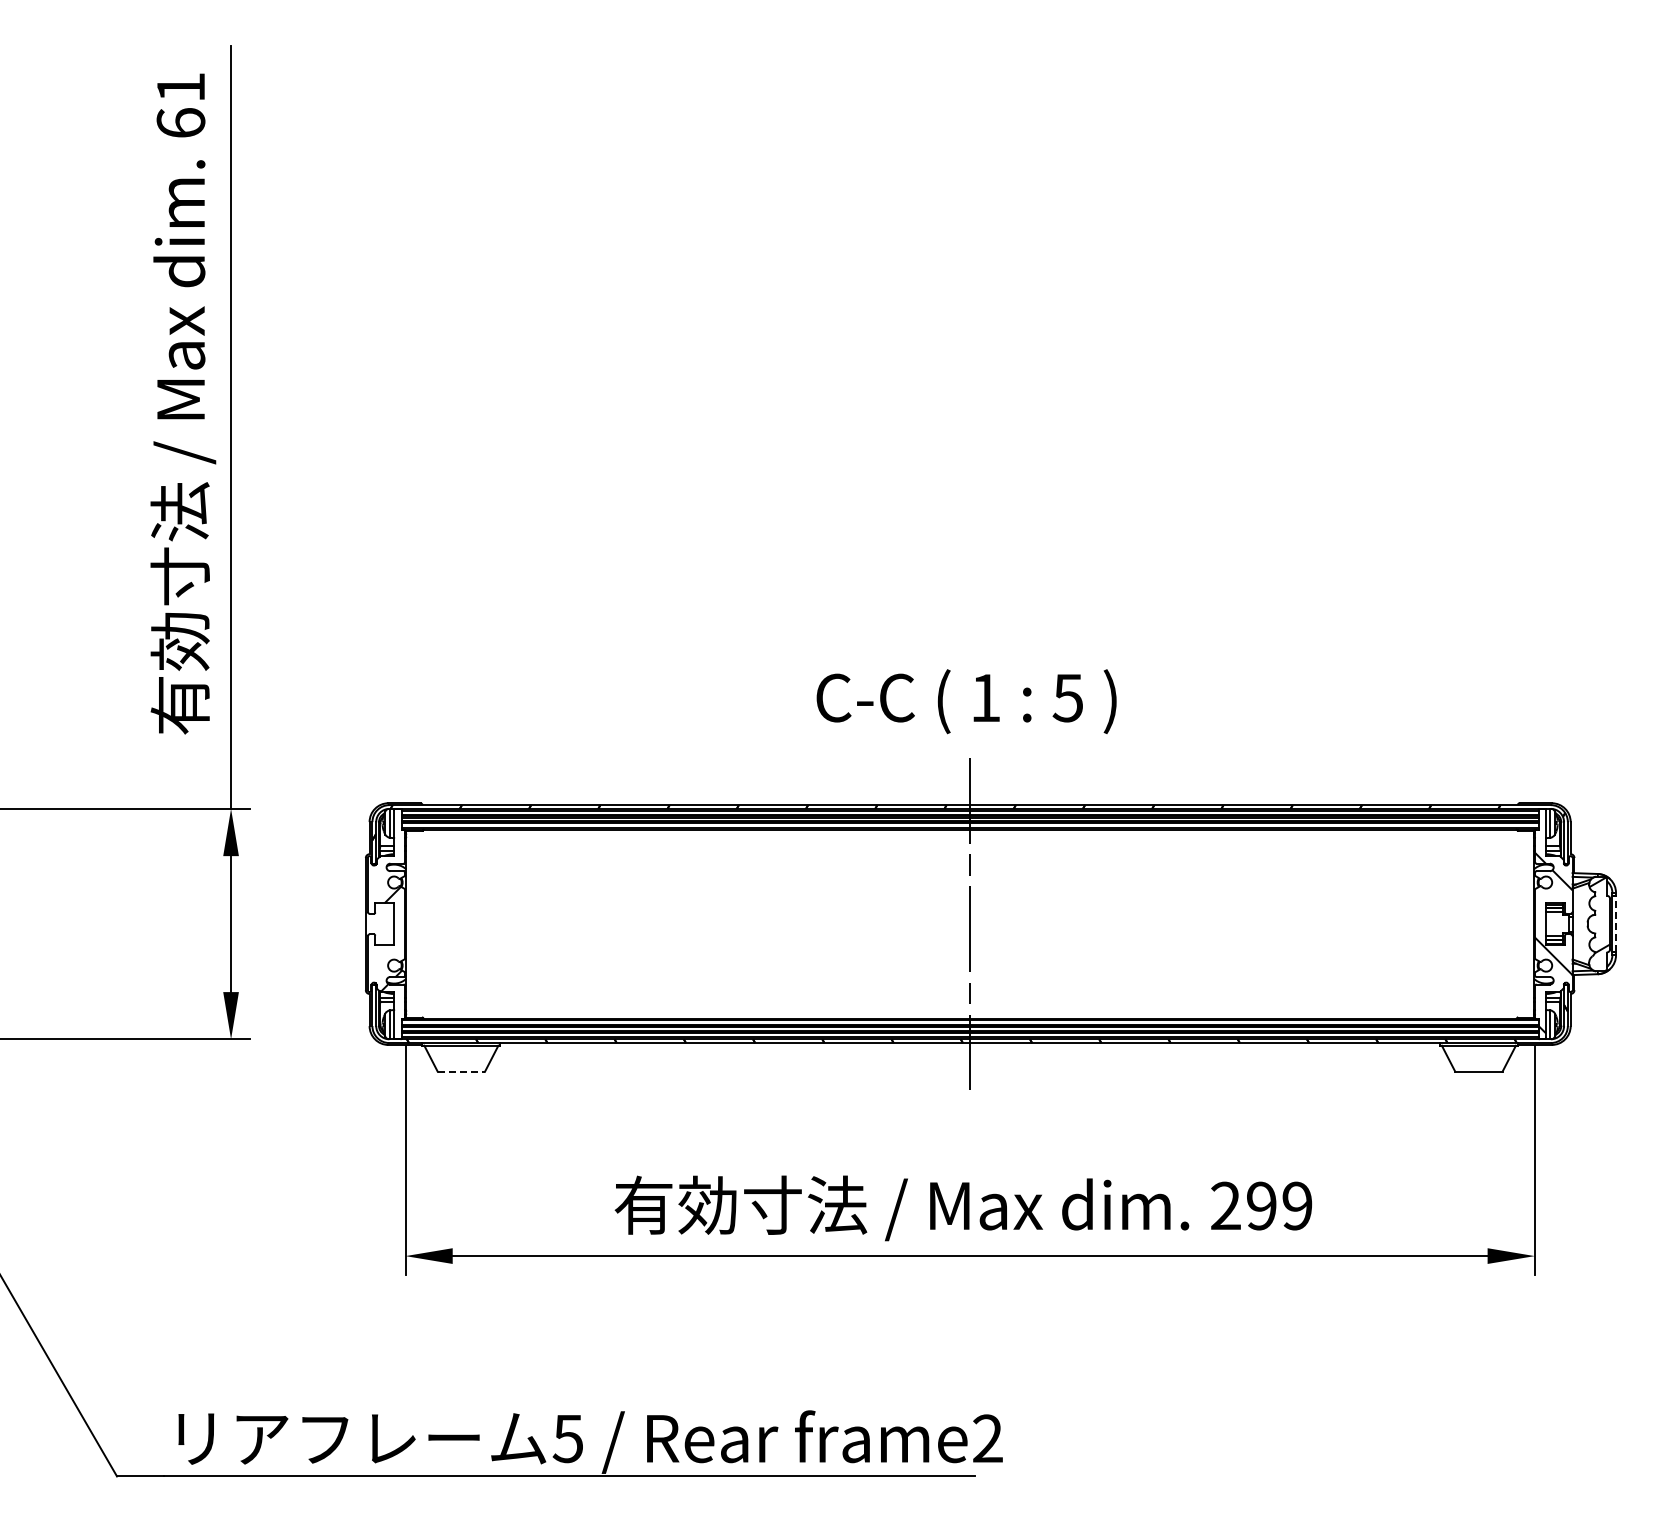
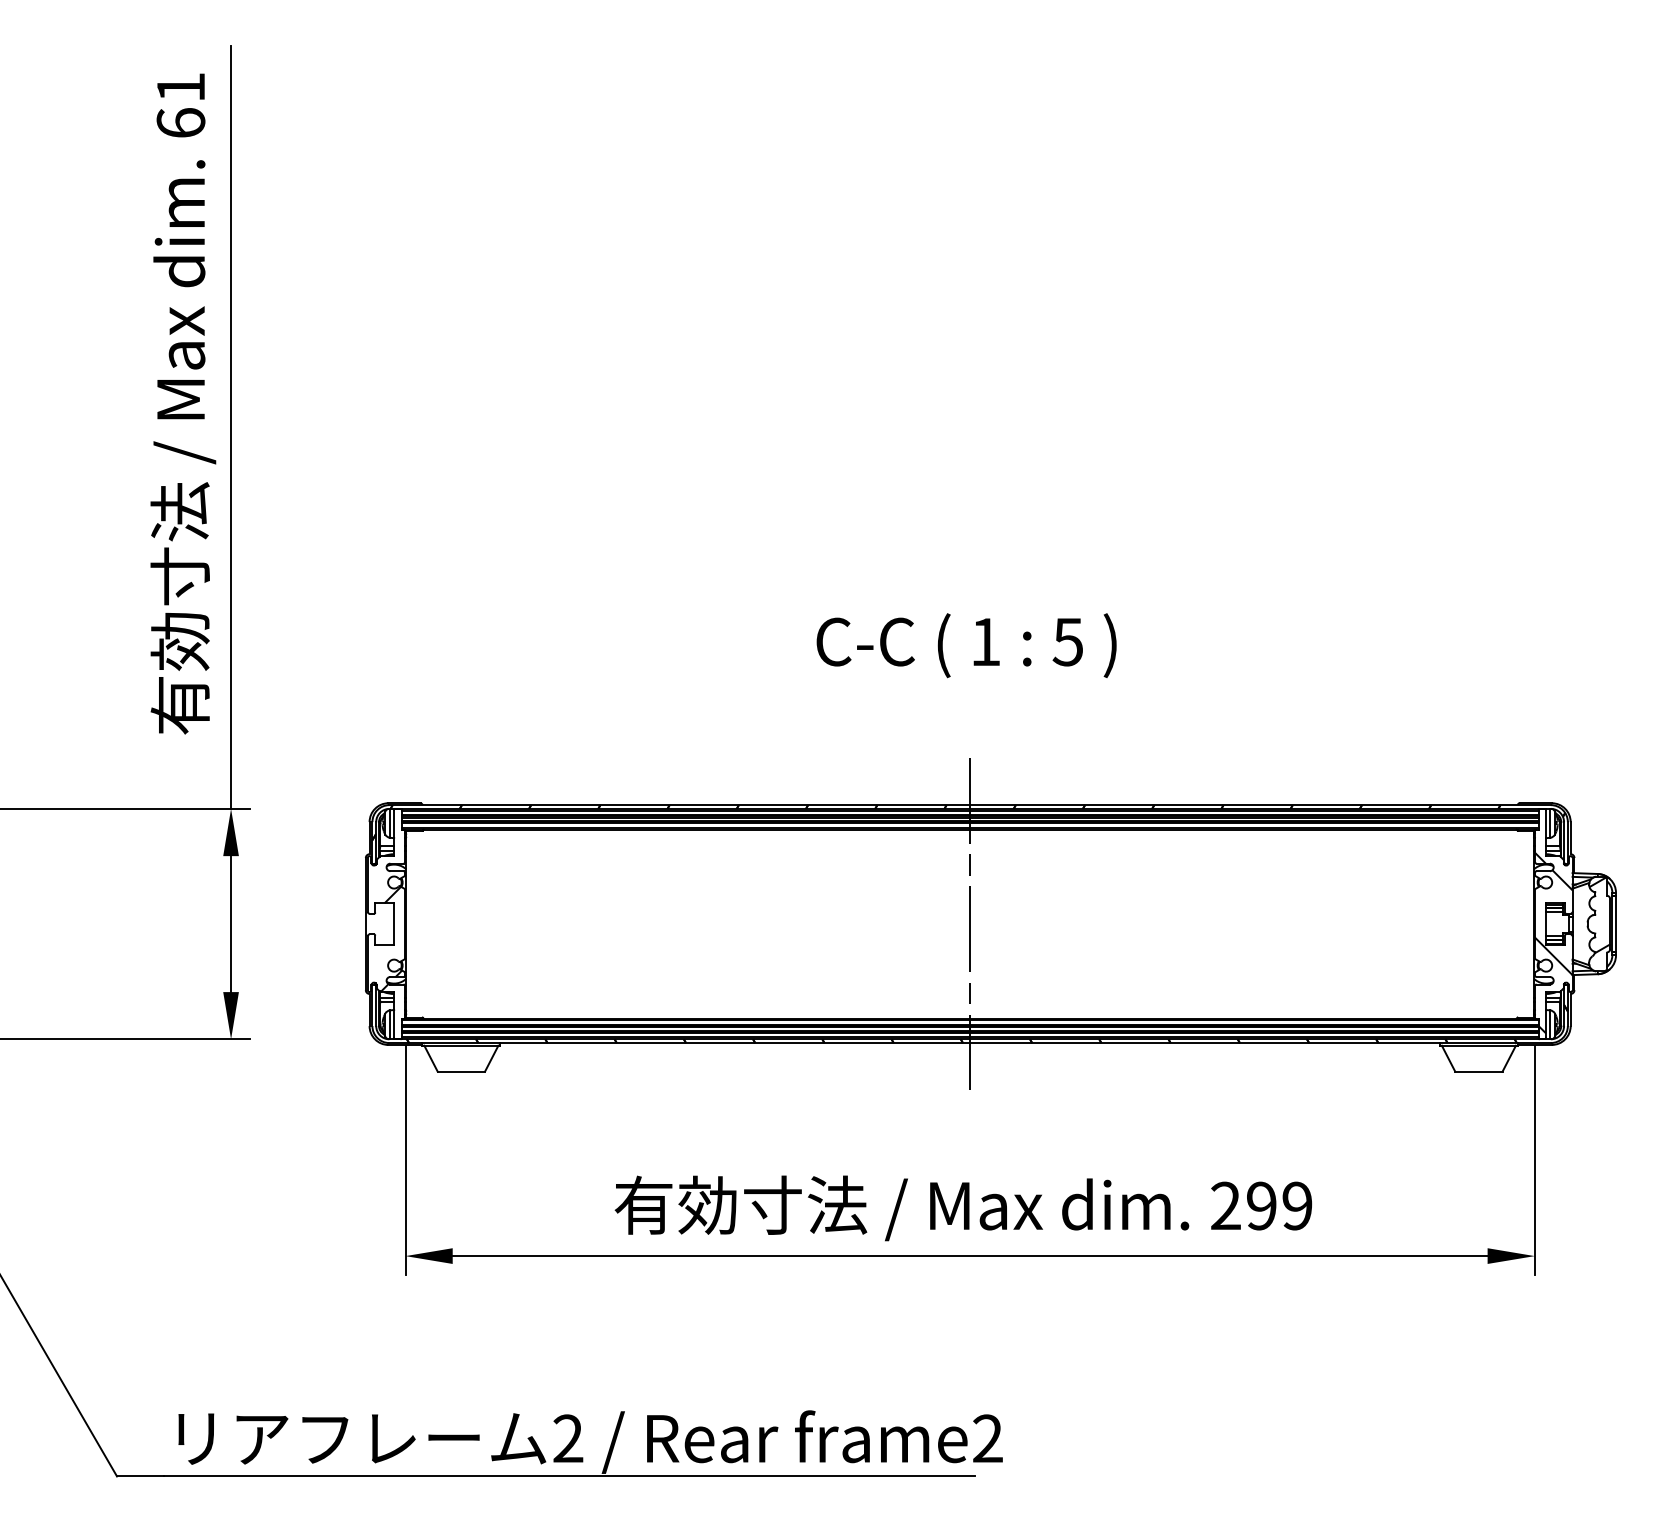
text at (966, 701) position: (966, 701) -> (966, 645)
line at (1616, 924): dashed -> solid
line at (461, 1071): dashed -> solid
text at (567, 1438): 5 -> 2
